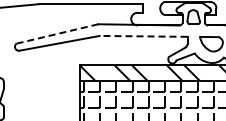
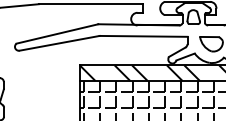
line at (57, 33): dashed -> solid
line at (143, 36): dashed -> solid
